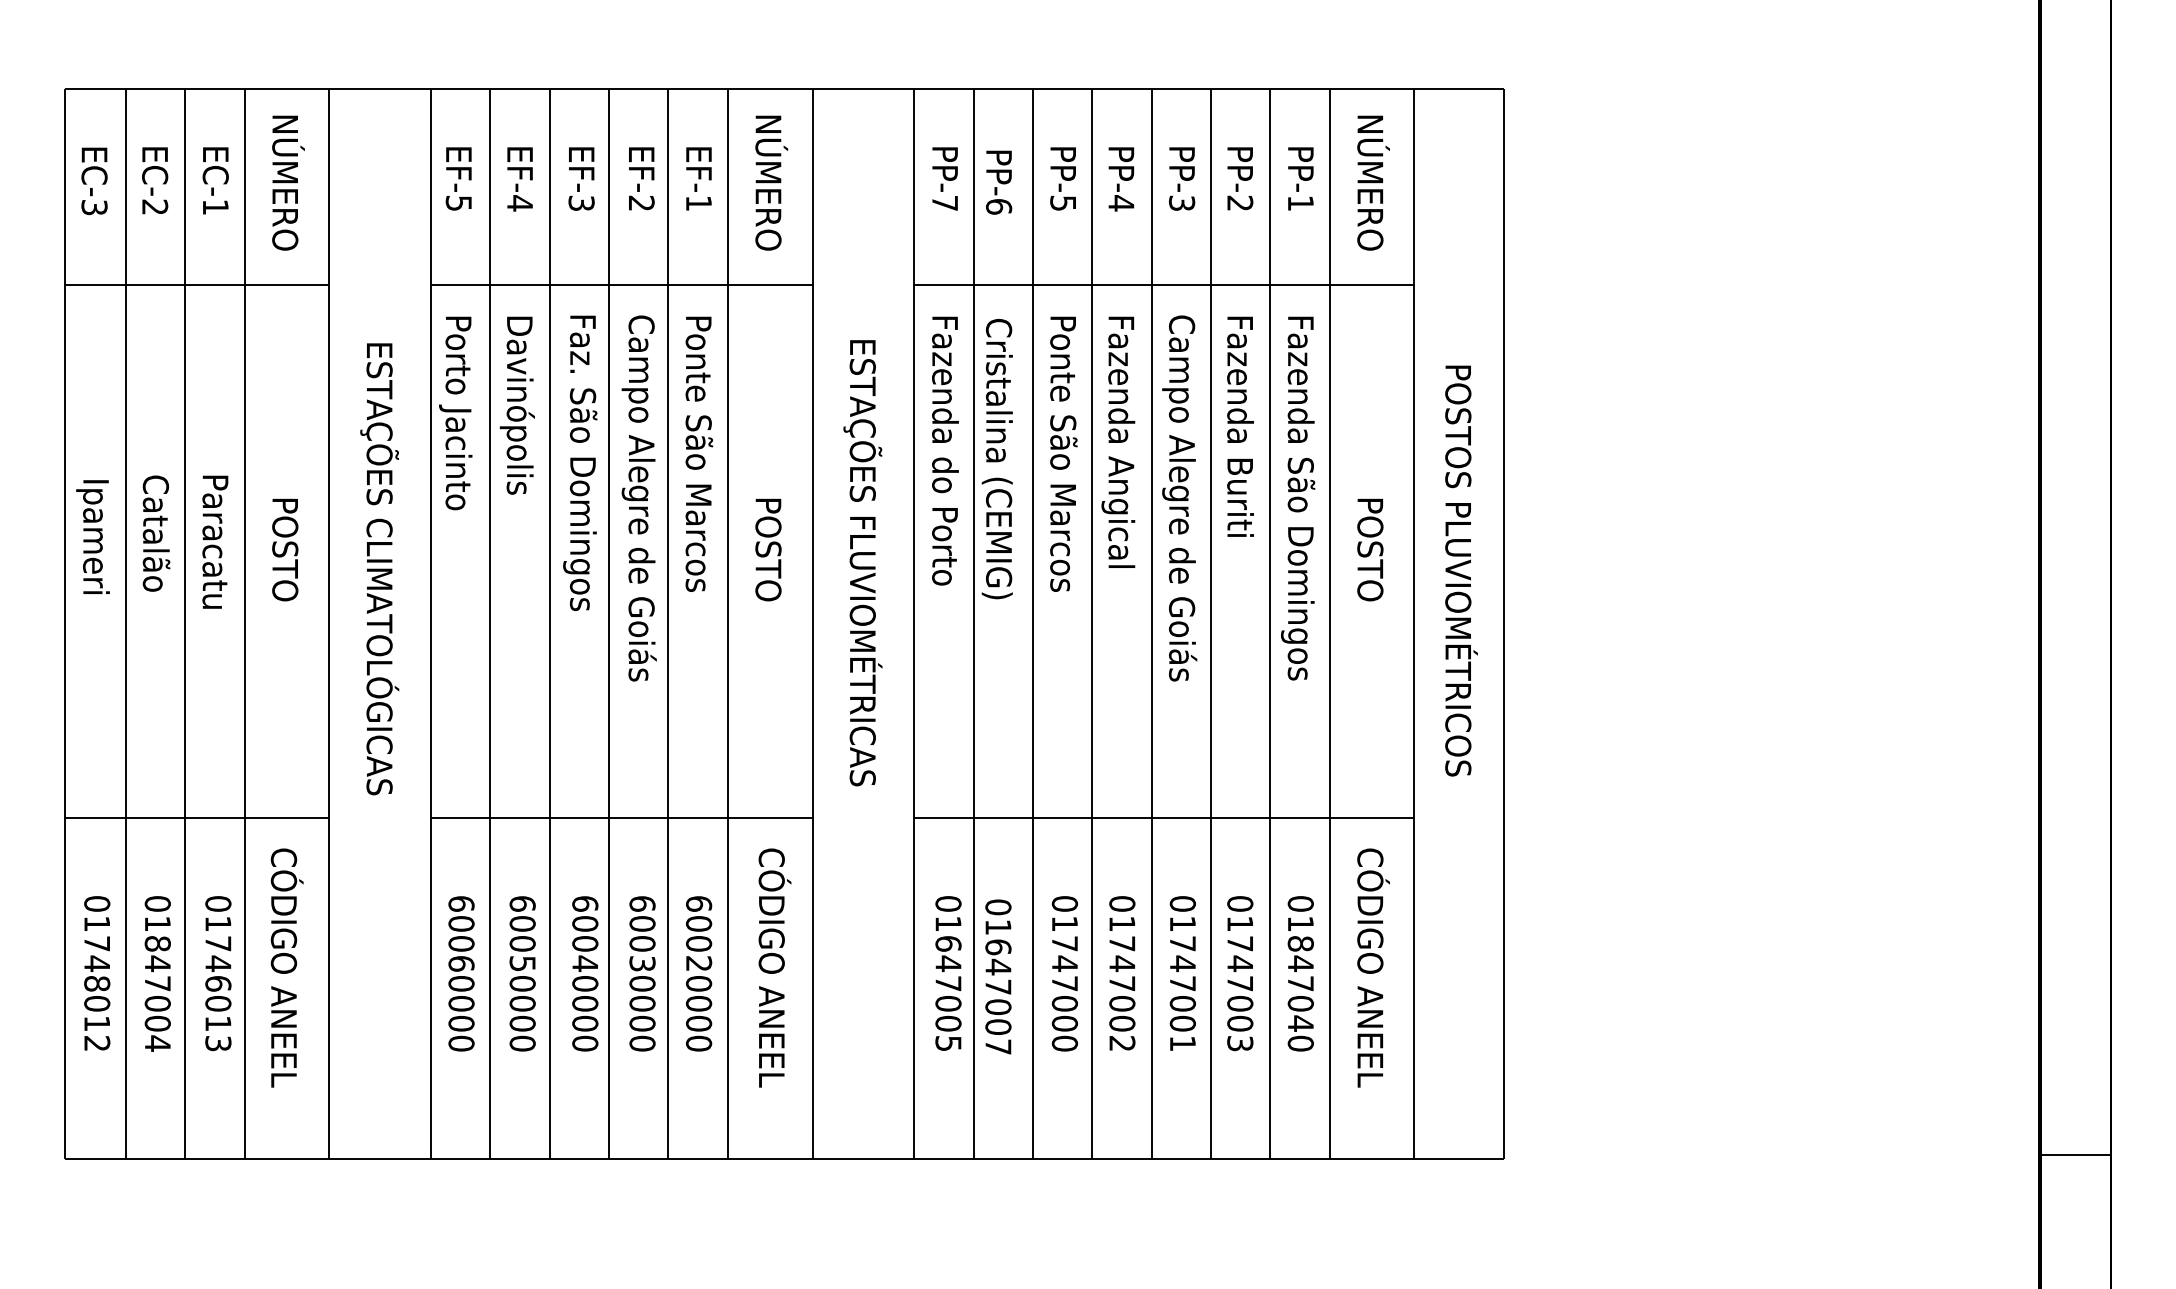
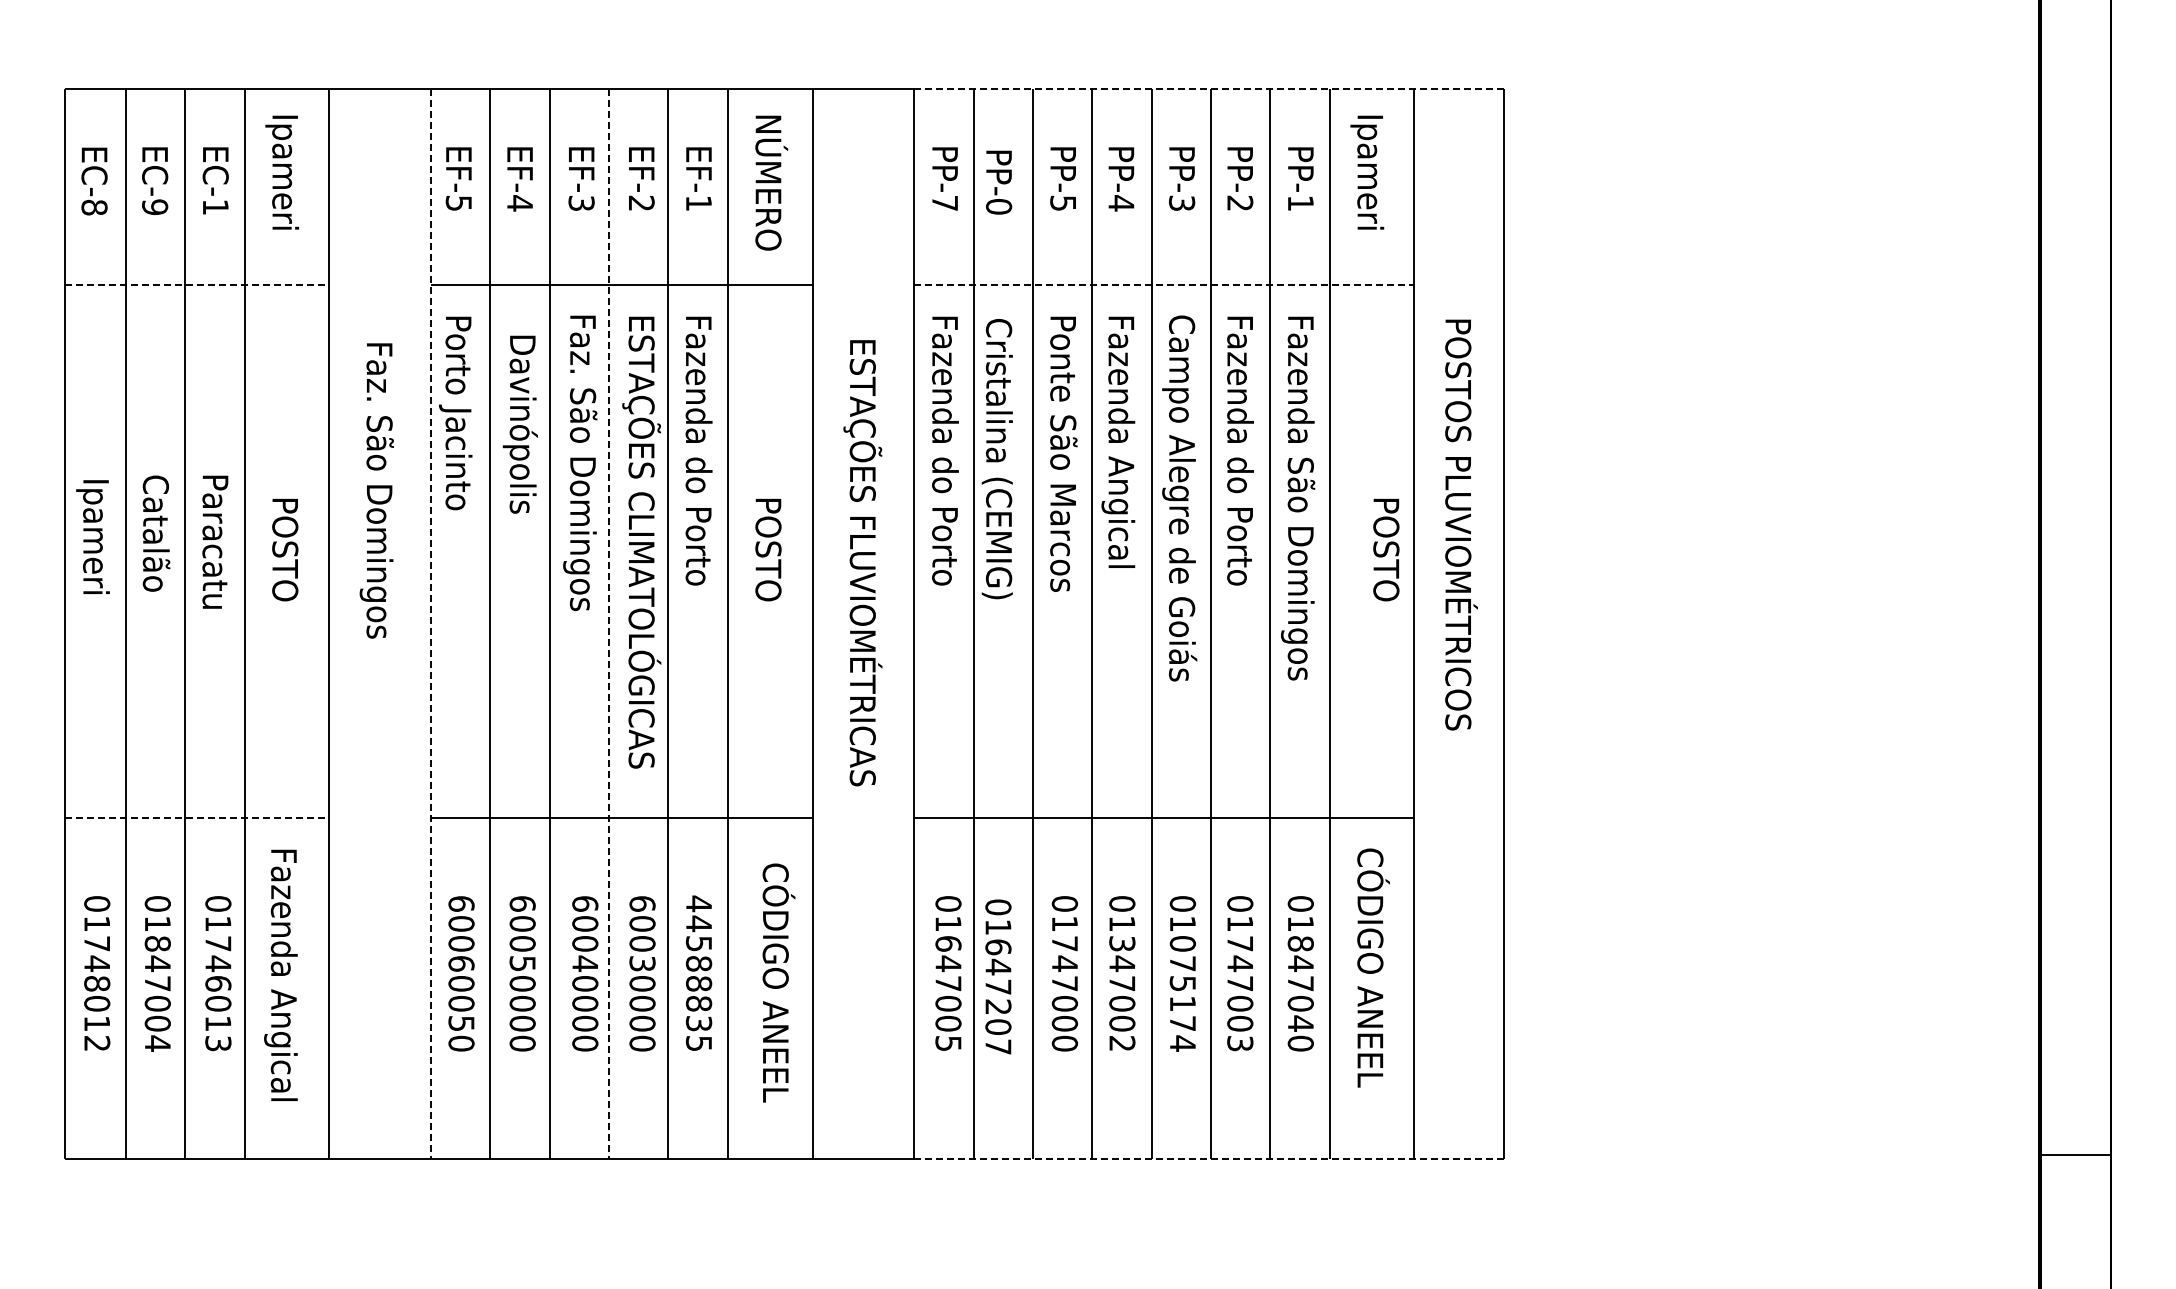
line at (1208, 88): solid -> dashed
text at (284, 184): NÚMERO -> Ipameri
text at (1369, 184): NÚMERO -> Ipameri
text at (999, 206): PP-6 -> PP-0
text at (94, 207): EC-3 -> EC-8
text at (155, 207): EC-2 -> EC-9
line at (197, 284): solid -> dashed
line at (1164, 284): solid -> dashed
text at (516, 405) position: (516, 405) -> (519, 424)
text at (699, 455): Ponte São Marcos -> Fazenda do Porto
text at (1240, 521): Fazenda Buriti -> Fazenda do Porto
text at (641, 541): Campo Alegre de Goiás -> ESTAÇÕES CLIMATOLÓGICAS
text at (1370, 549) position: (1370, 549) -> (1386, 549)
text at (379, 570): ESTAÇÕES CLIMATOLÓGICAS -> Faz. São Domingos
text at (1461, 570) position: (1461, 570) -> (1461, 524)
line at (431, 624): solid -> dashed
line at (609, 624): solid -> dashed
line at (197, 817): solid -> dashed
text at (1122, 943): 01747002 -> 01347002
text at (774, 967) position: (774, 967) -> (778, 982)
text at (698, 973): 60020000 -> 44588835
text at (283, 974): CÓDIGO ANEEL -> Fazenda Angical
text at (1182, 993): 01747001 -> 01075174
text at (998, 1007): 01647007 -> 01647207
text at (461, 1023): 60060000 -> 60060050
line at (1208, 1159): solid -> dashed
